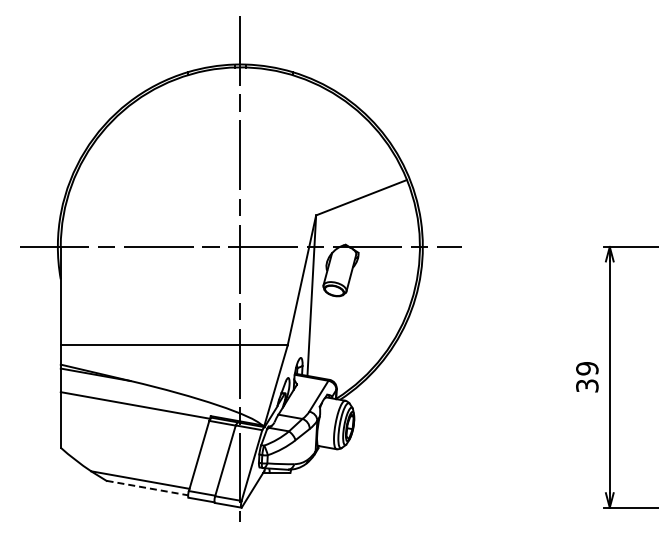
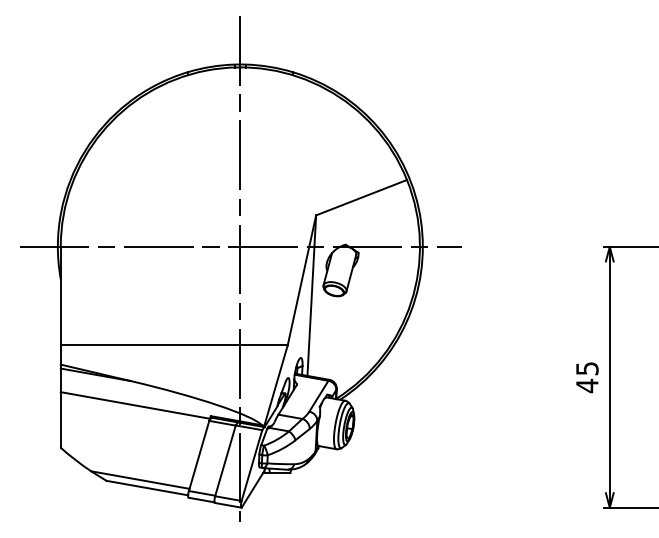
text at (587, 377): 39 -> 45
line at (147, 488): dashed -> solid
